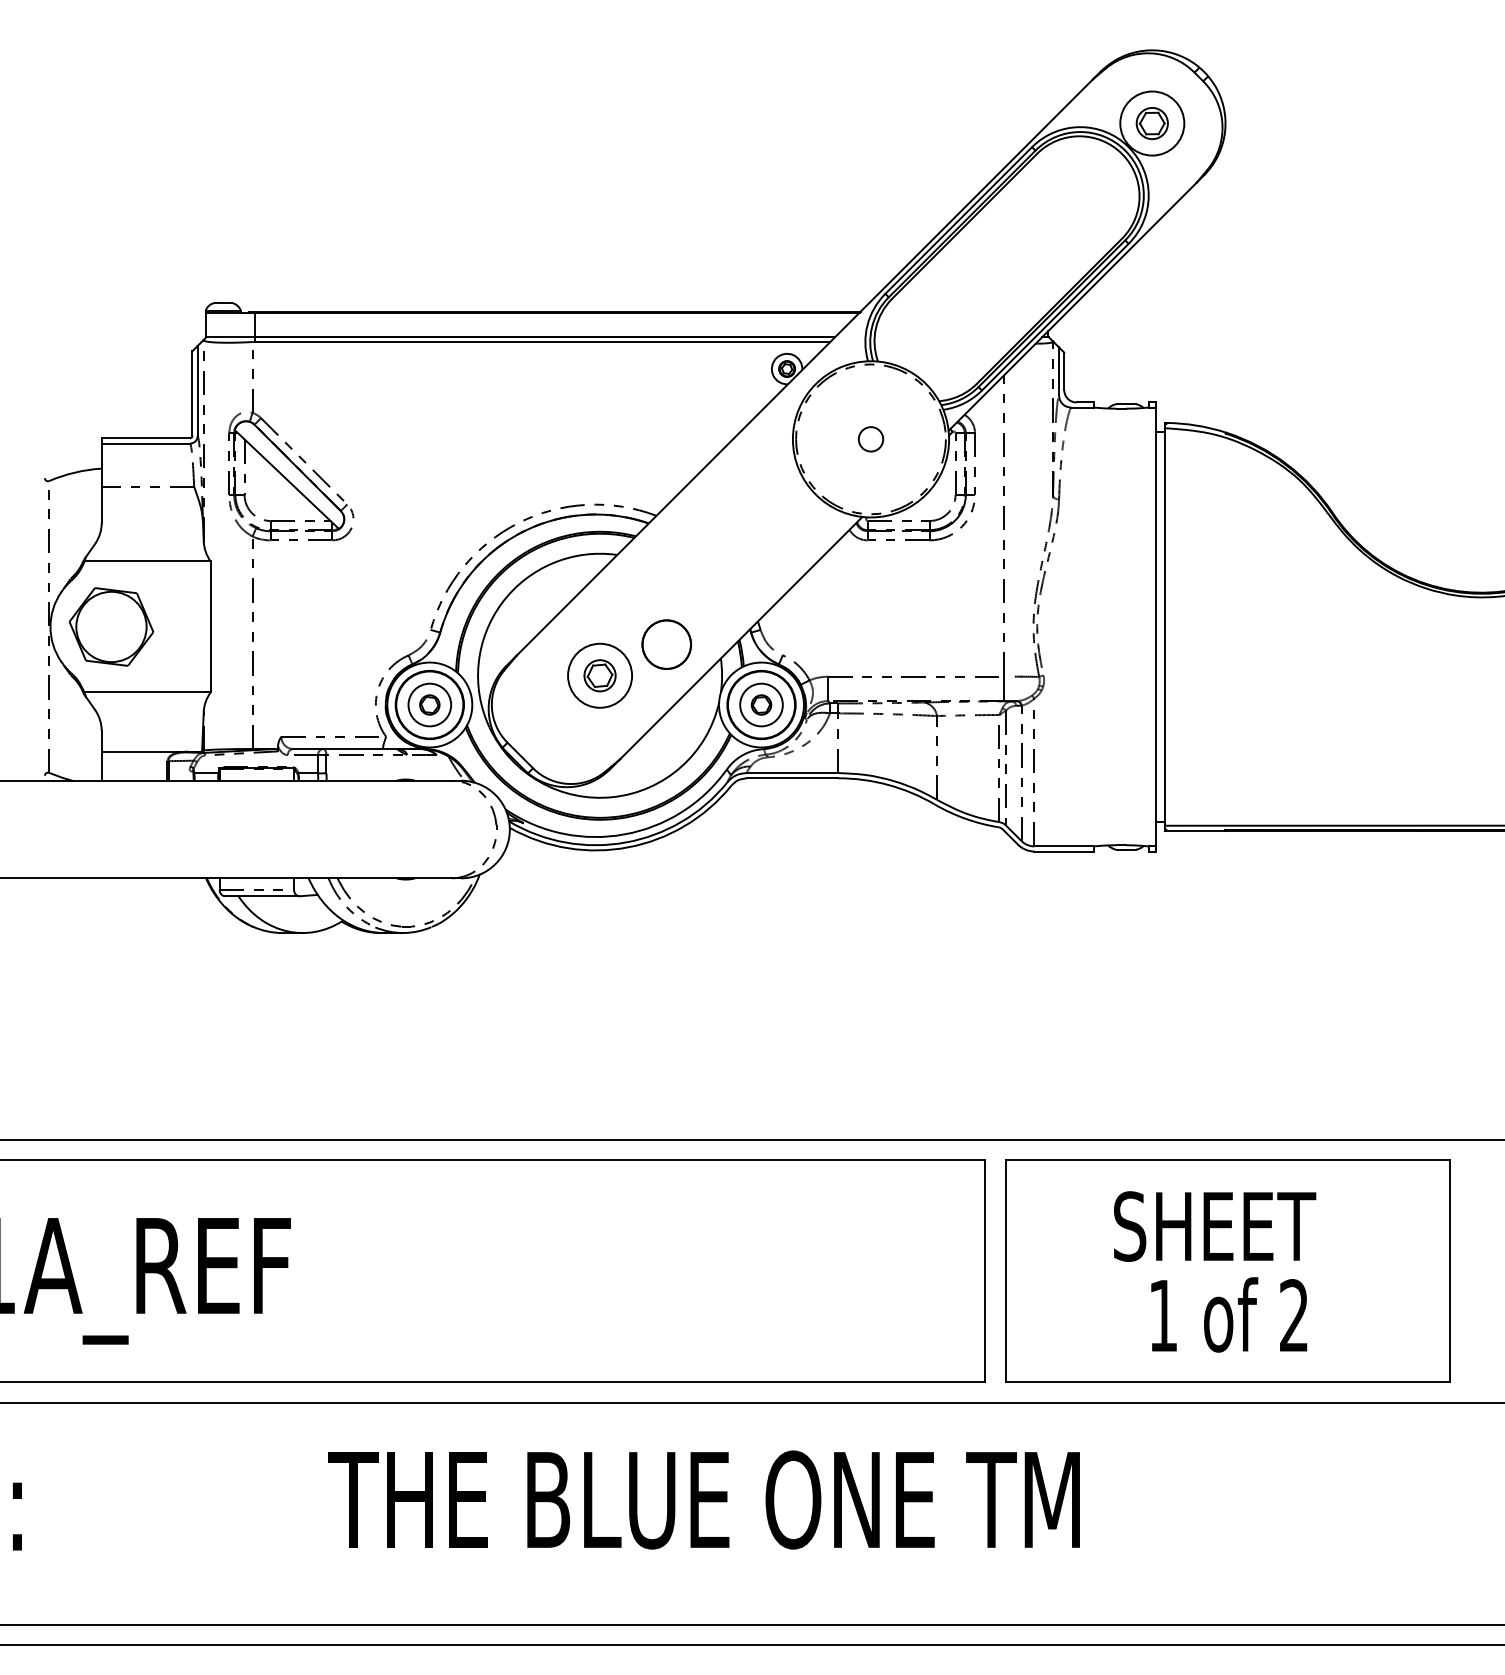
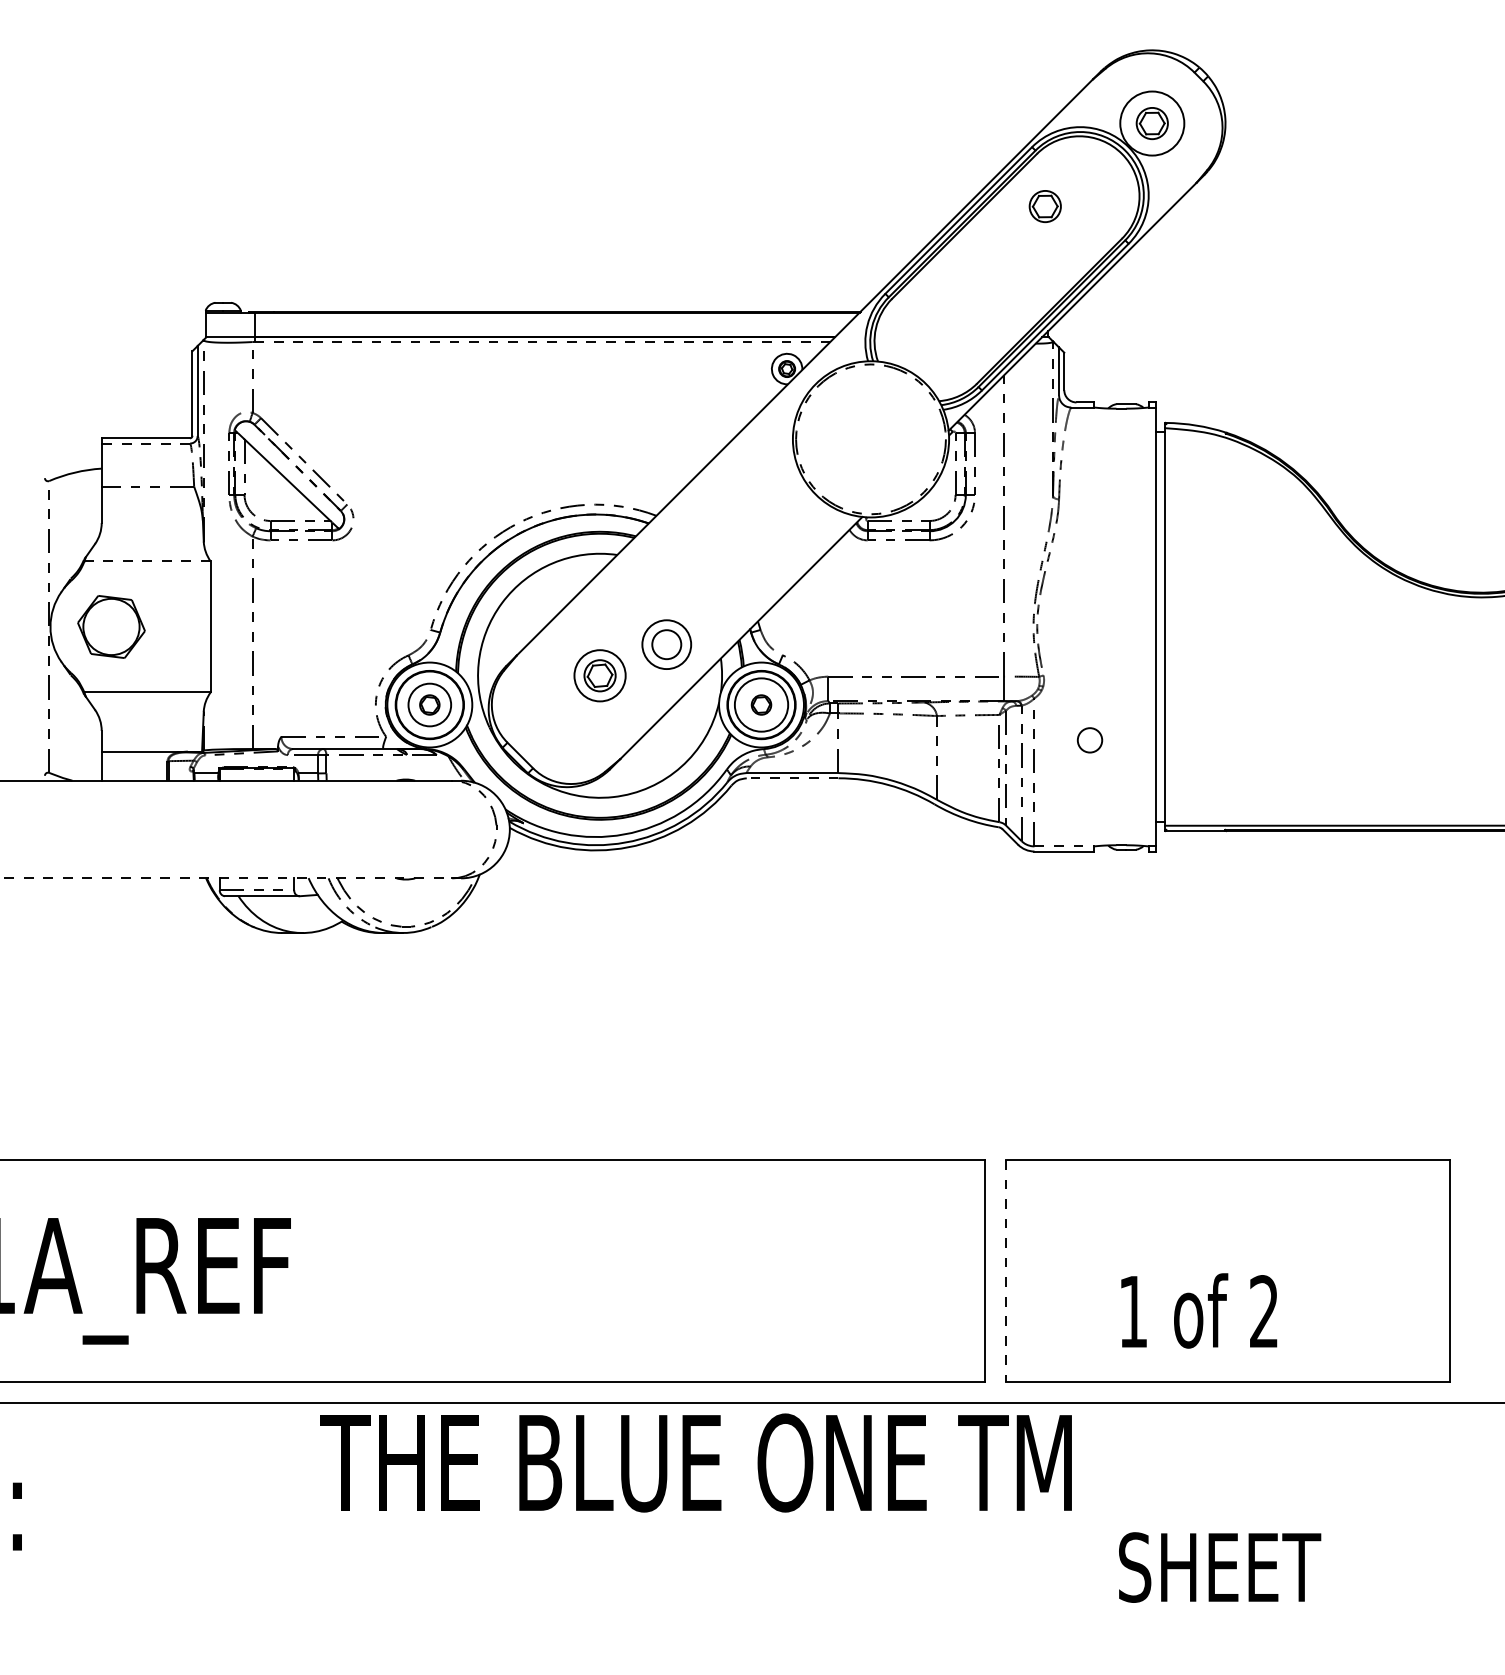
part at (1044, 206): none -> present
line at (542, 341): solid -> dashed
circle at (870, 439) position: (870, 439) -> (1089, 740)
line at (145, 443): solid -> dashed
line at (297, 468): solid -> dashed
line at (147, 561): solid -> dashed
part at (111, 626) size: 87x80 px -> 69x64 px
circle at (666, 644) diameter: 48 px -> 29 px
circle at (600, 675) diameter: 64 px -> 51 px
circle at (761, 704) diameter: 43 px -> 53 px
line at (792, 778): solid -> dashed
line at (1064, 846): solid -> dashed
line at (226, 878): solid -> dashed
line at (751, 1139): present -> none
text at (1215, 1226) position: (1215, 1226) -> (1220, 1567)
line at (1005, 1271): solid -> dashed
text at (1229, 1314) position: (1229, 1314) -> (1199, 1310)
text at (703, 1499) position: (703, 1499) -> (695, 1462)
line at (751, 1624): present -> none
line at (751, 1645): present -> none
